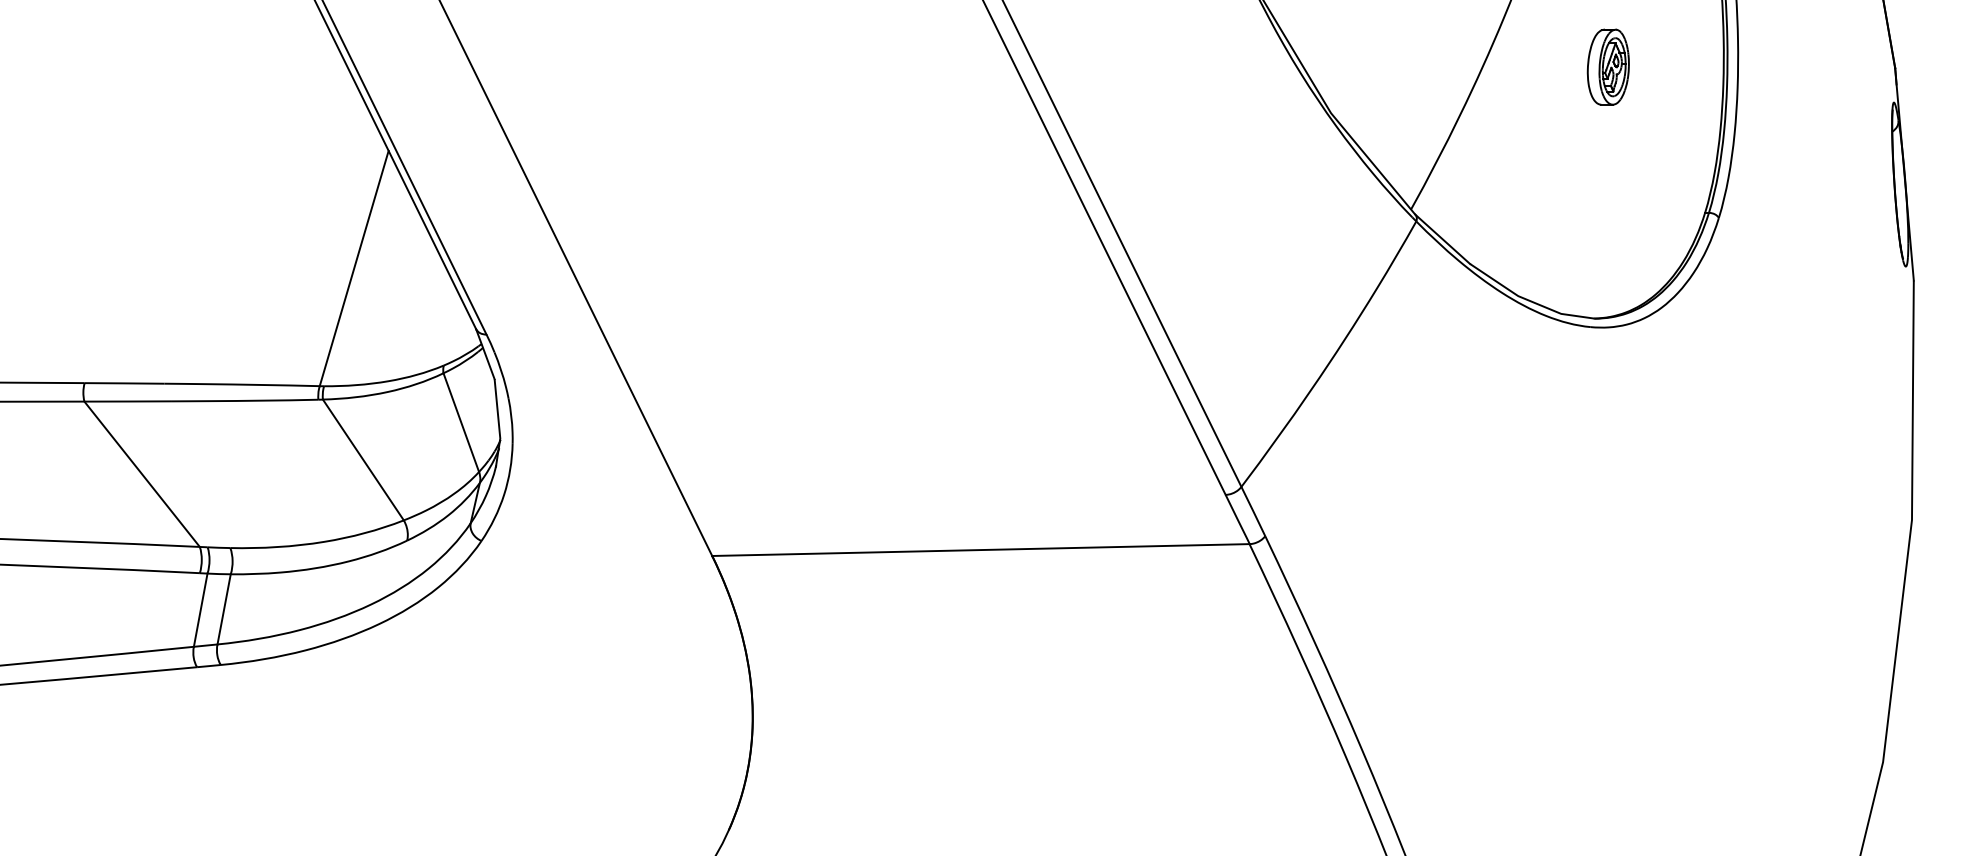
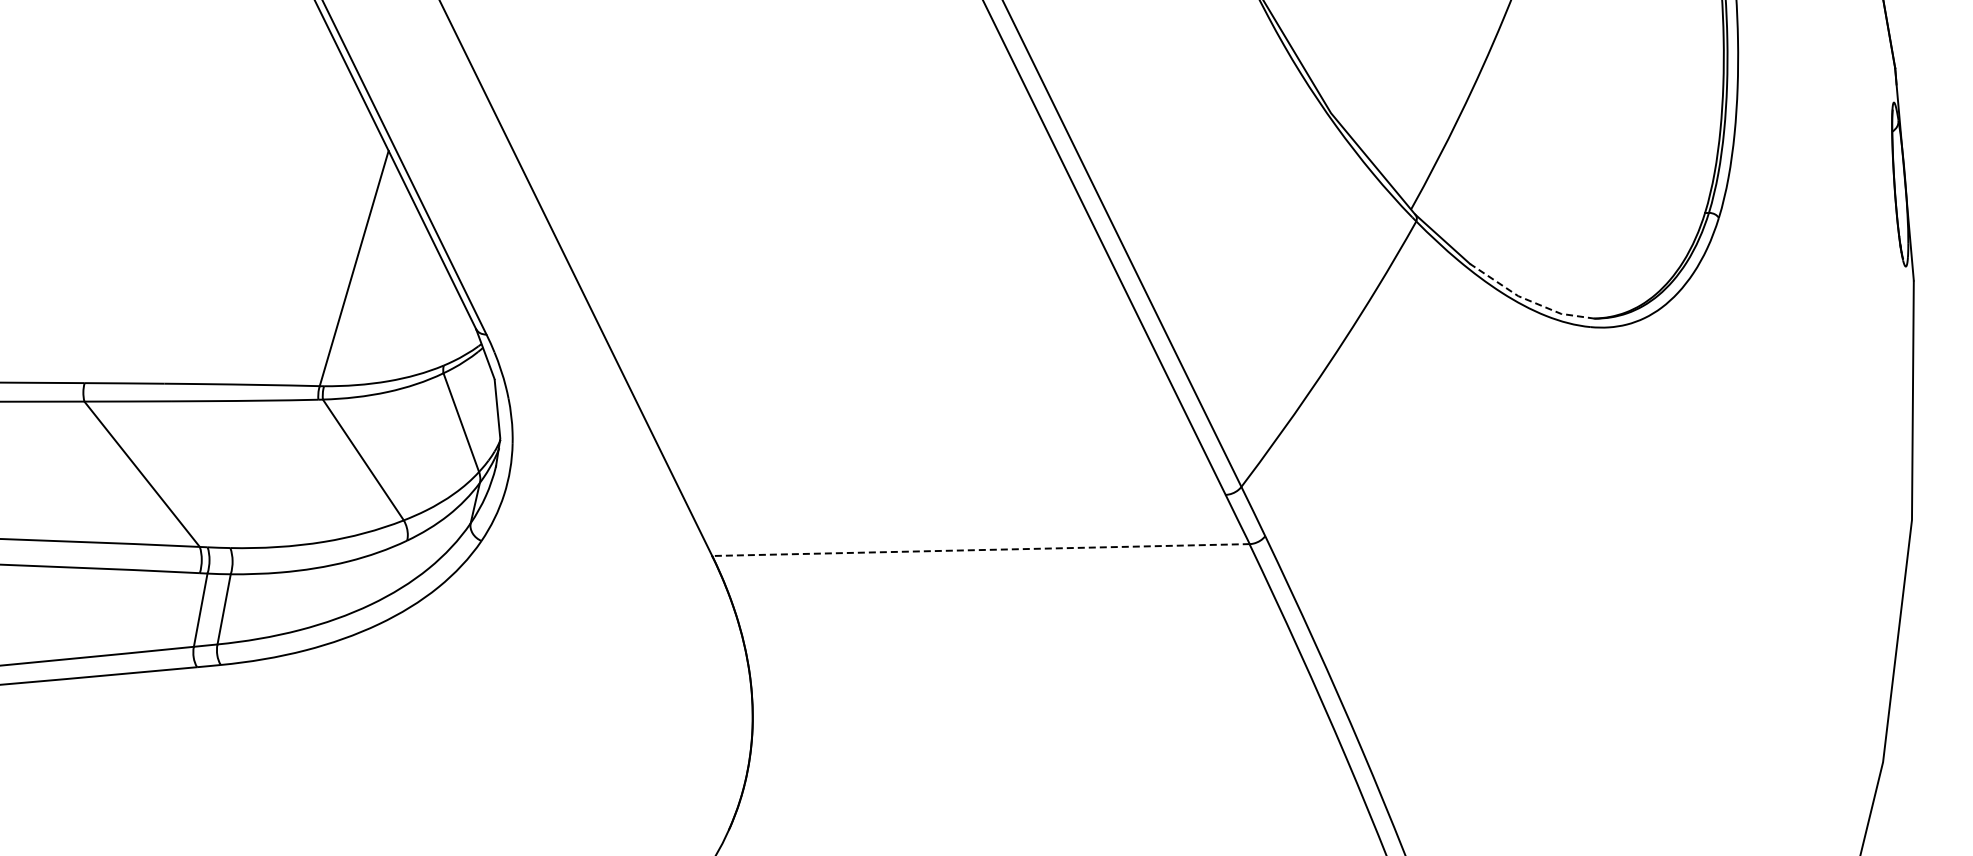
part at (1607, 66): present -> none
line at (1528, 300): solid -> dashed
line at (980, 550): solid -> dashed
